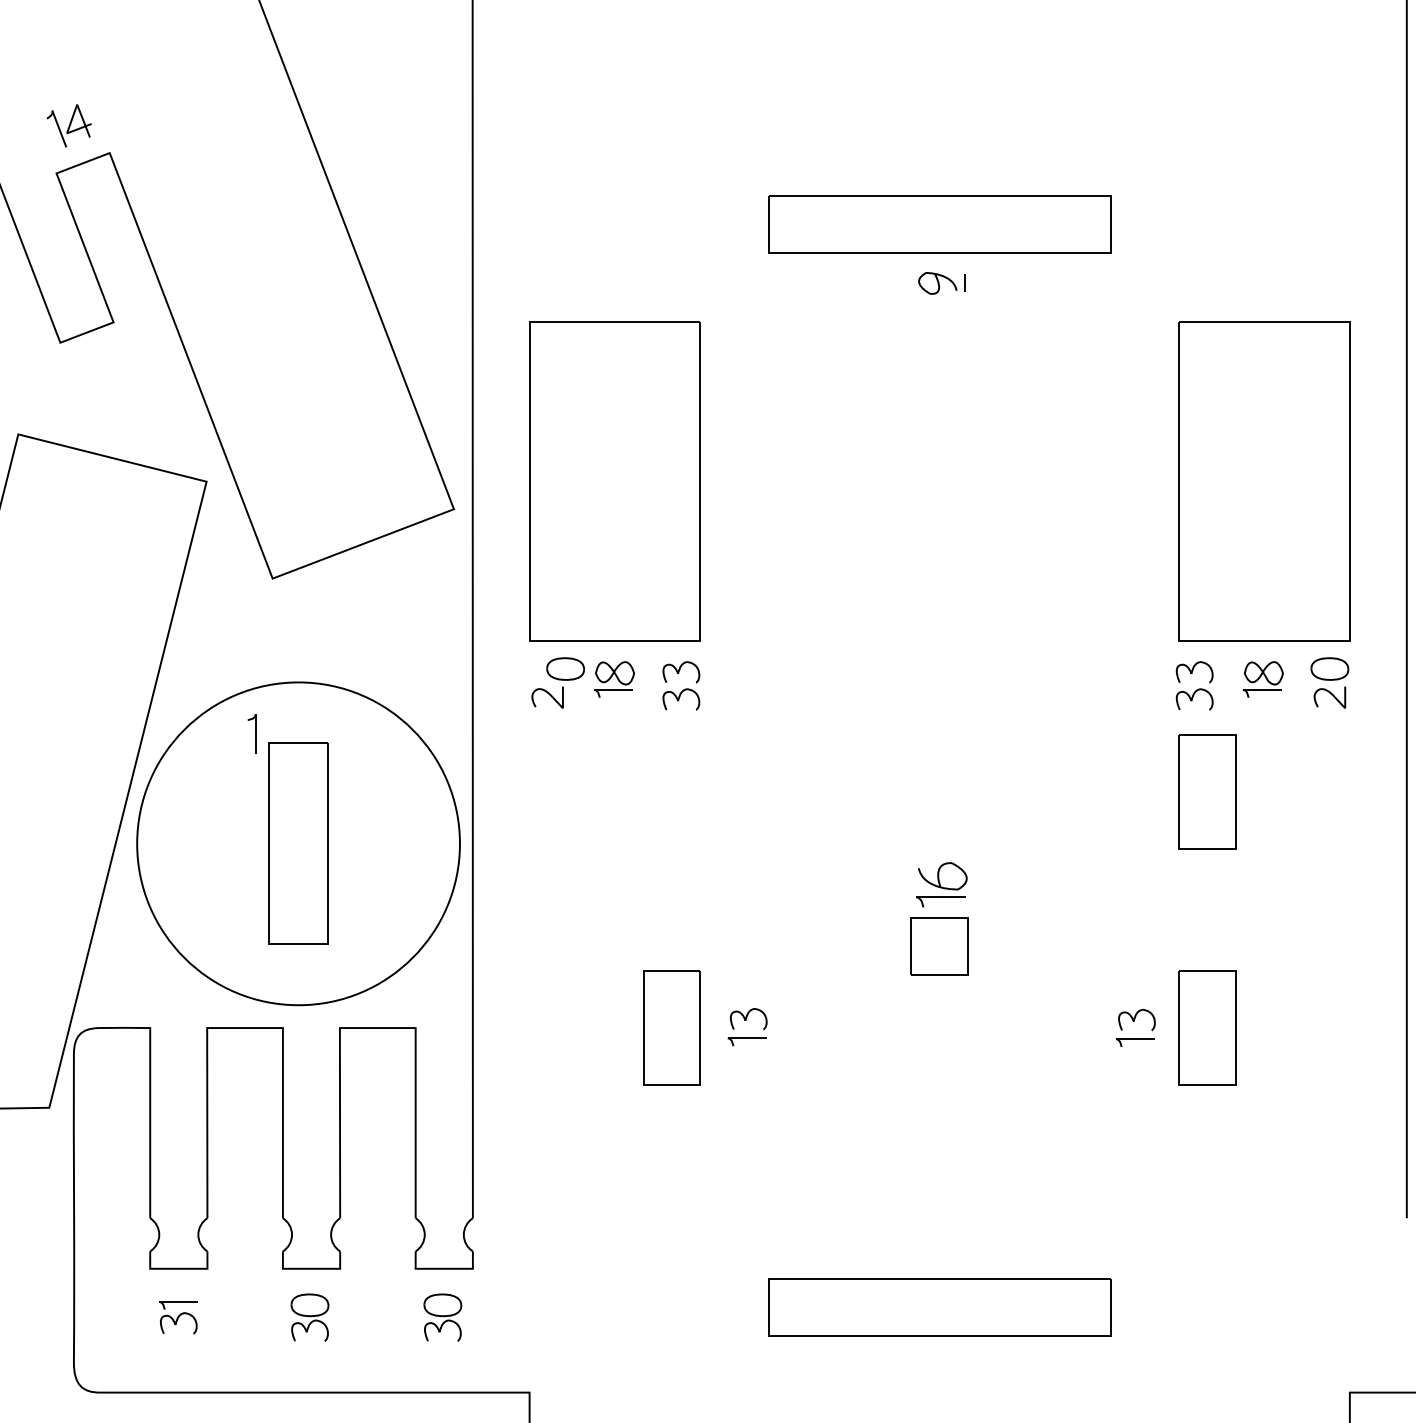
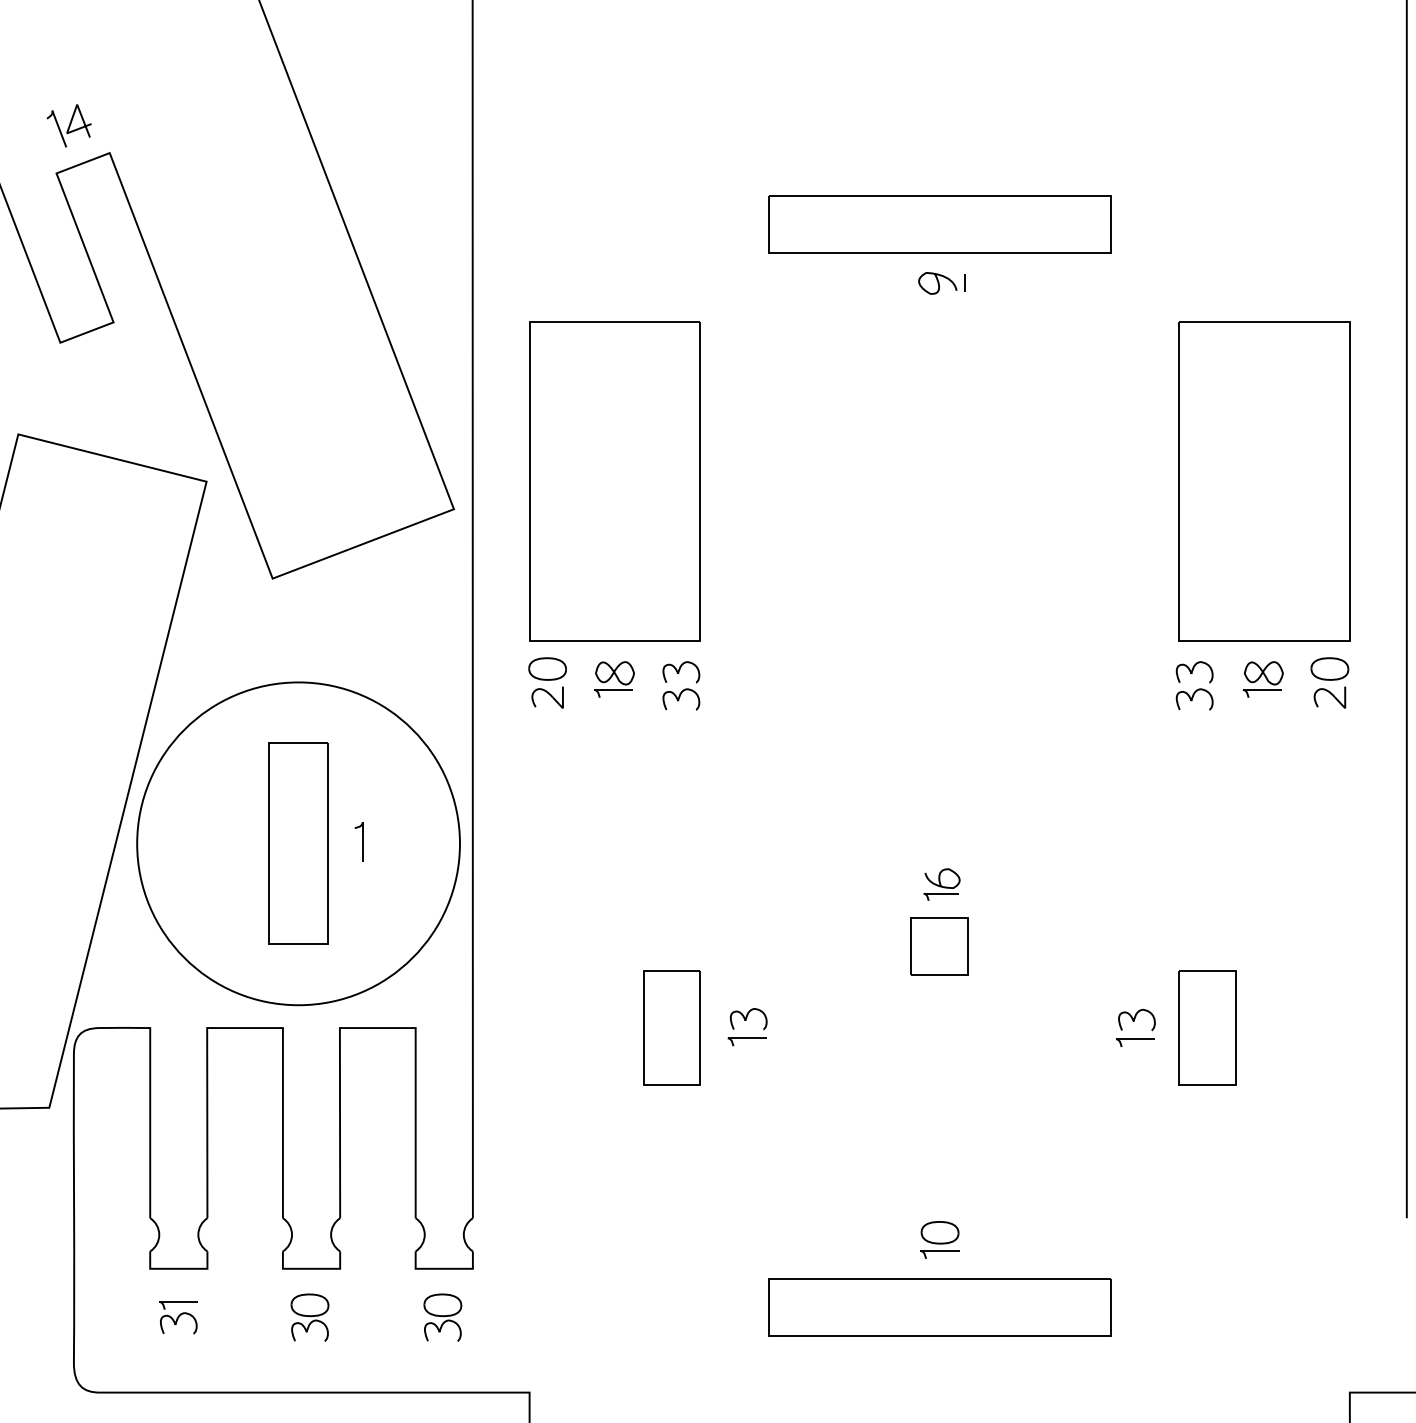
part at (565, 668) position: (565, 668) -> (547, 668)
part at (251, 733) position: (251, 733) -> (358, 841)
part at (1207, 791): present -> none
part at (941, 884) size: 52x46 px -> 38x33 px
part at (939, 1239): none -> present
